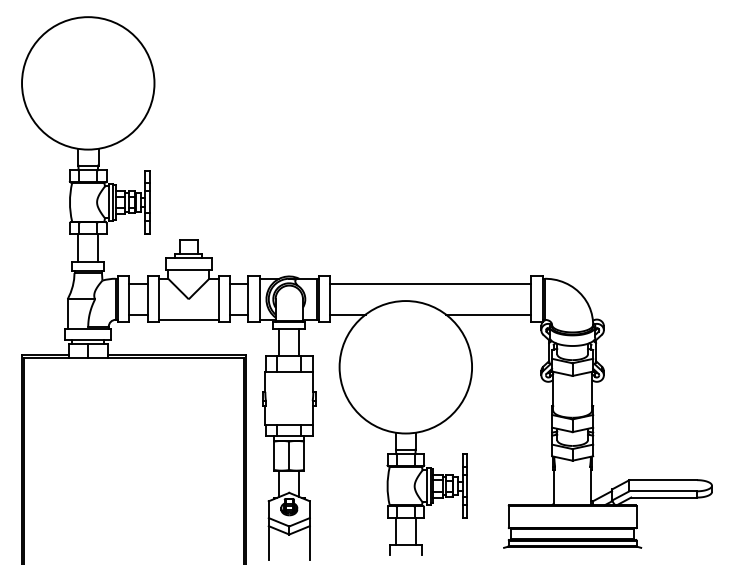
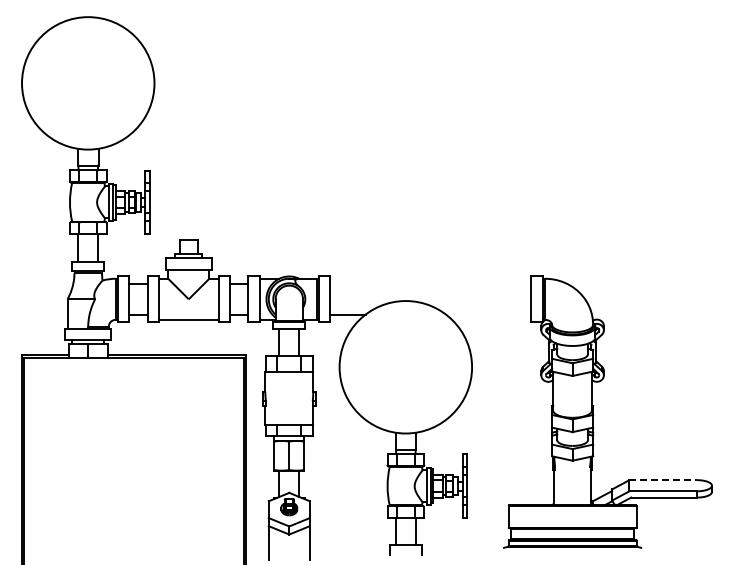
line at (430, 283): present -> none
line at (488, 314): present -> none
line at (663, 480): solid -> dashed
